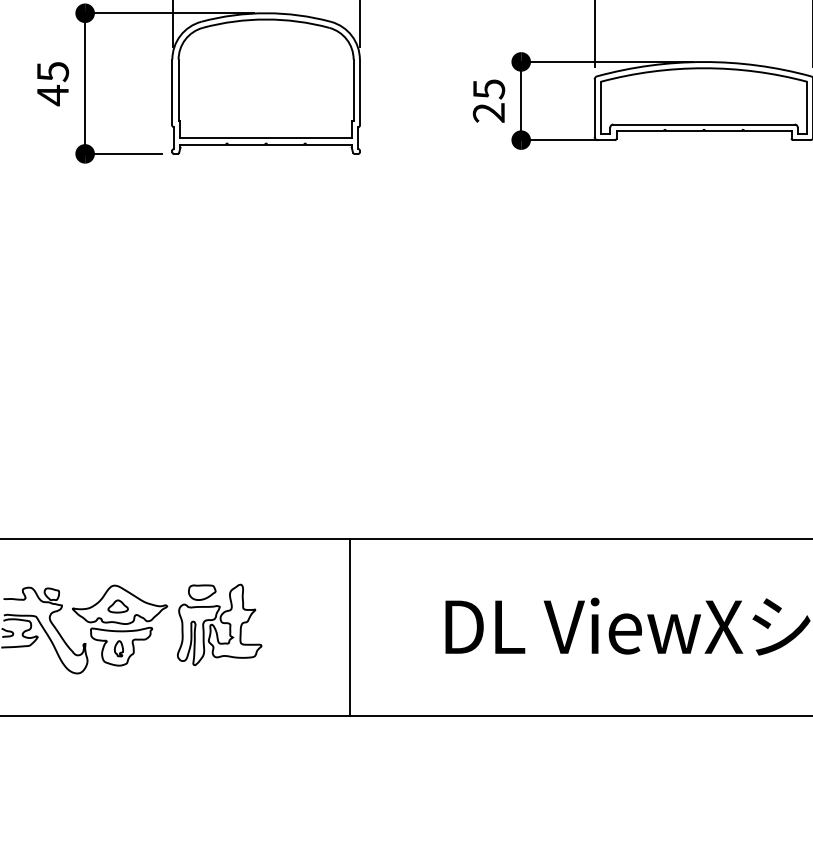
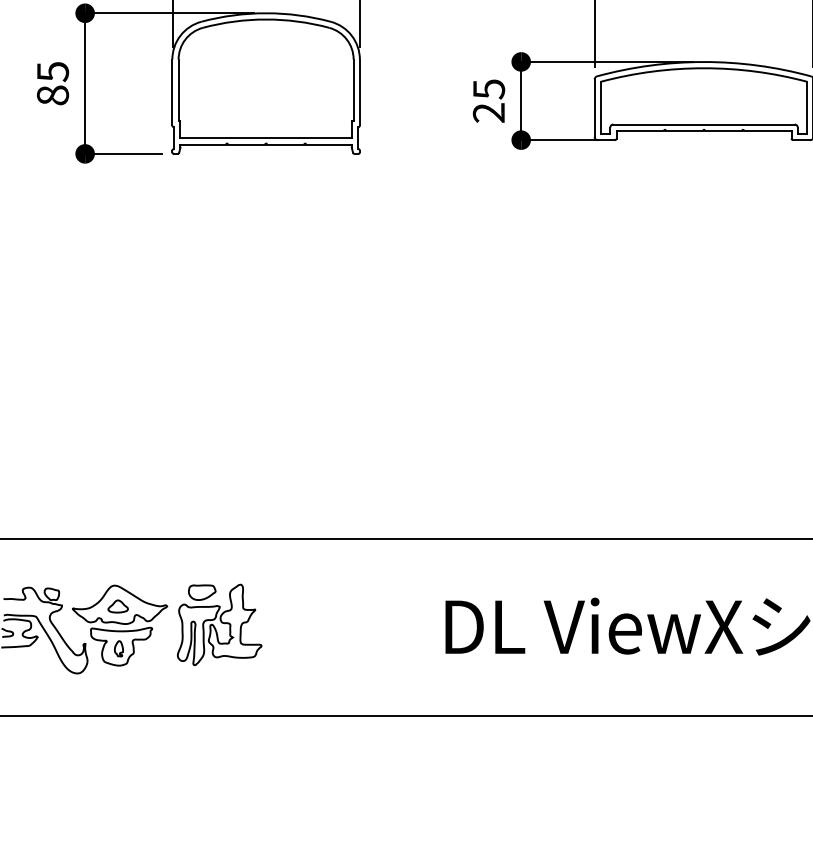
text at (52, 95): 45 -> 85
line at (349, 626): present -> none
